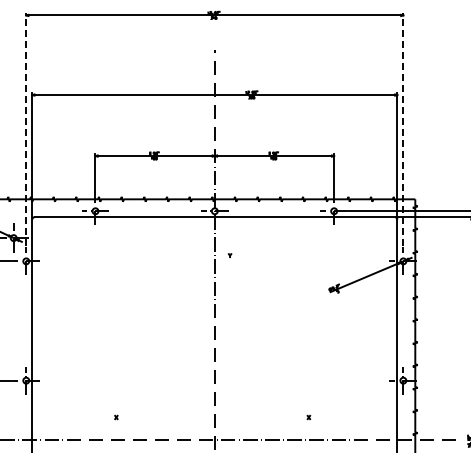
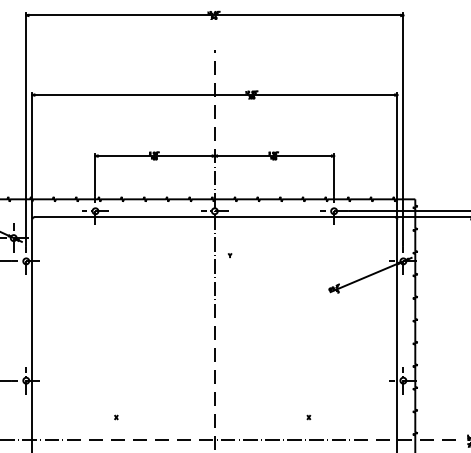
line at (26, 129): dashed -> solid
line at (403, 129): dashed -> solid
